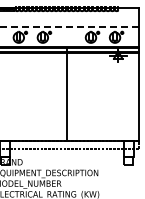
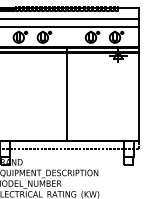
line at (70, 18): none -> present
line at (69, 26): dashed -> solid
